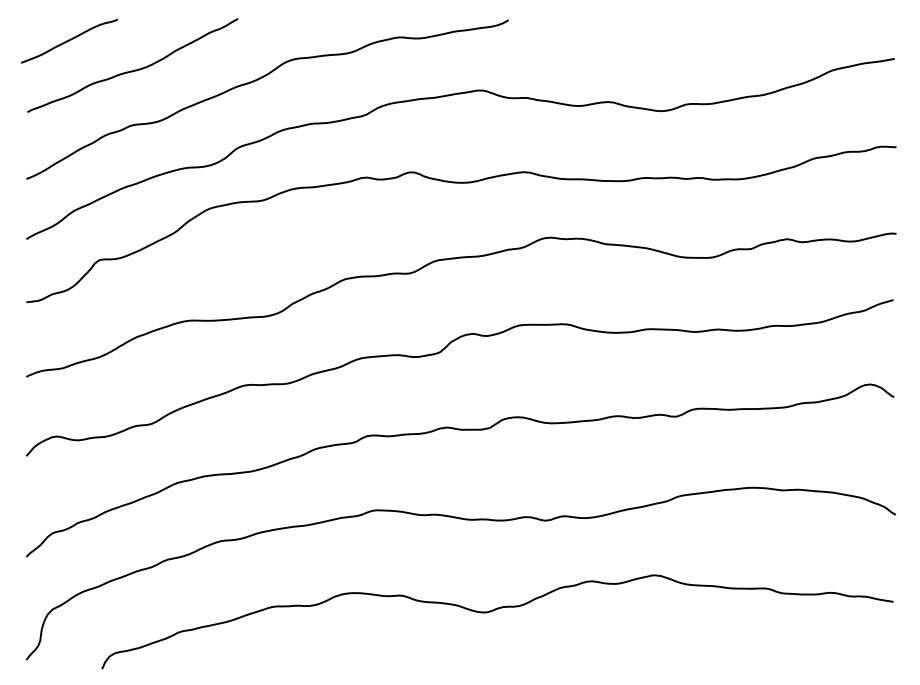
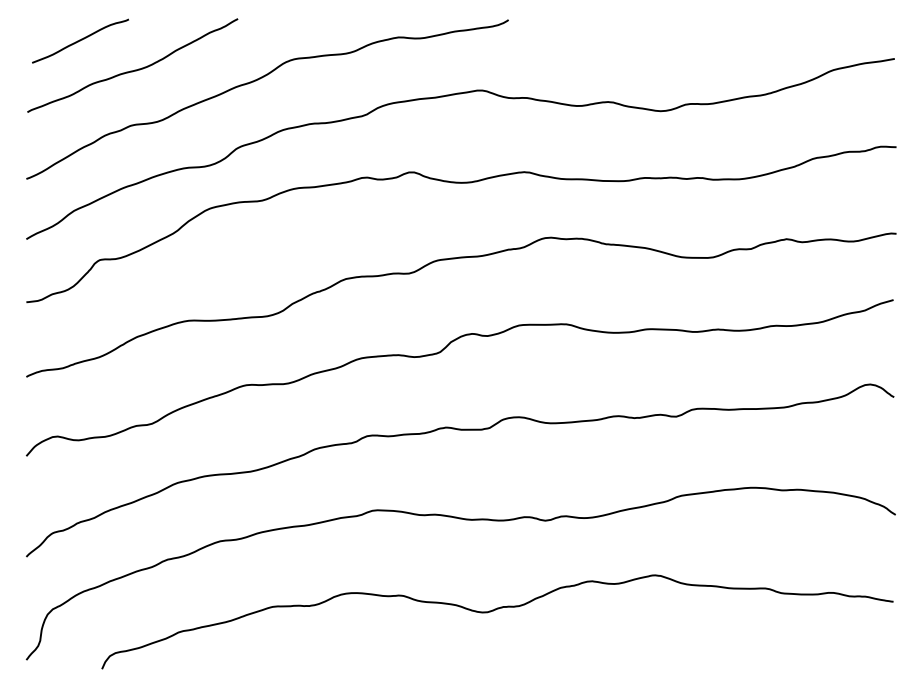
curve at (69, 40) position: (69, 40) -> (80, 40)
